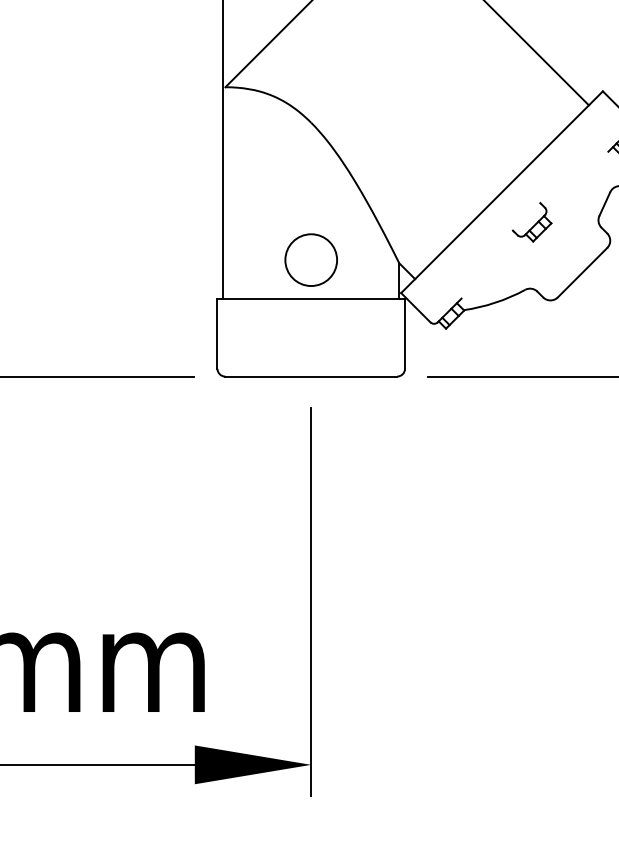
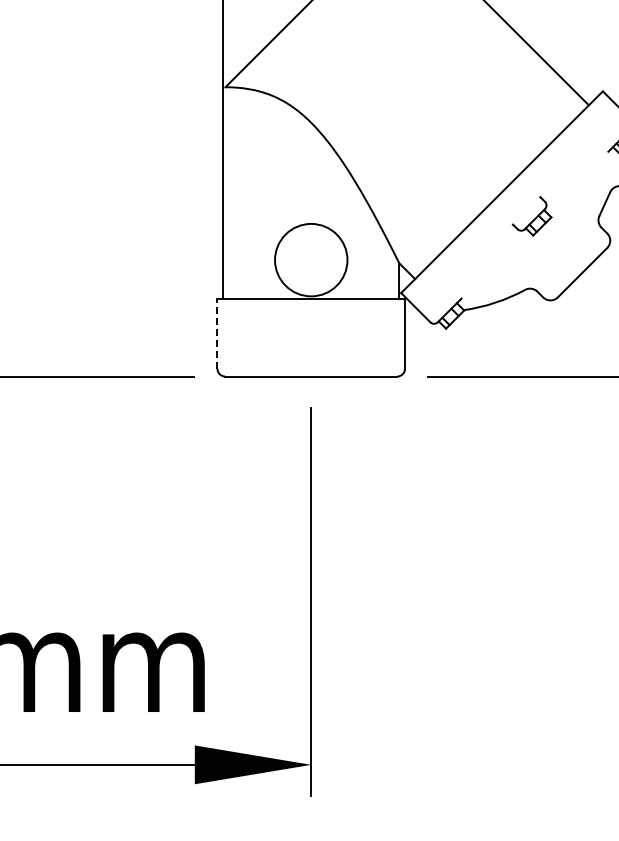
part at (531, 222) position: (531, 222) -> (531, 216)
circle at (311, 260) diameter: 52 px -> 72 px
line at (217, 333): solid -> dashed
